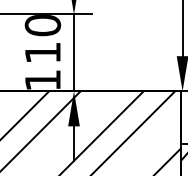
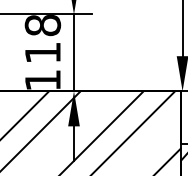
text at (42, 25): 110 -> 118
